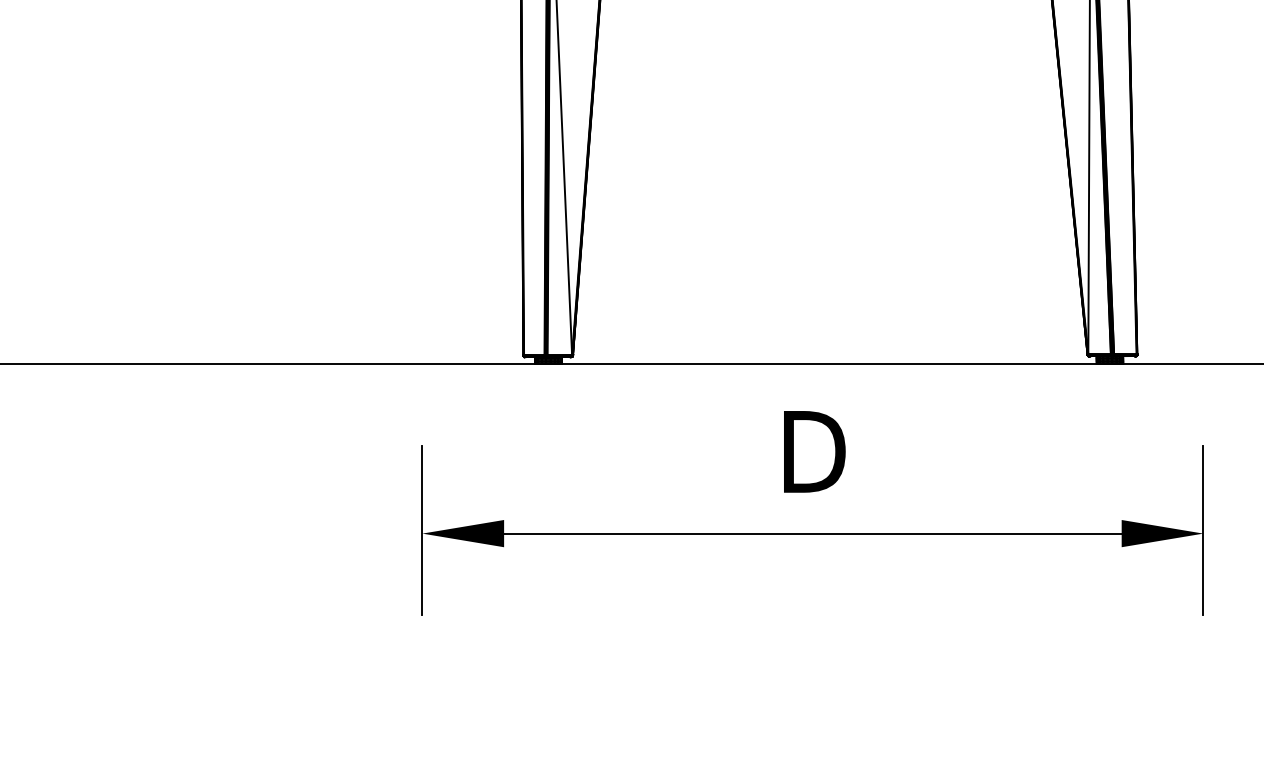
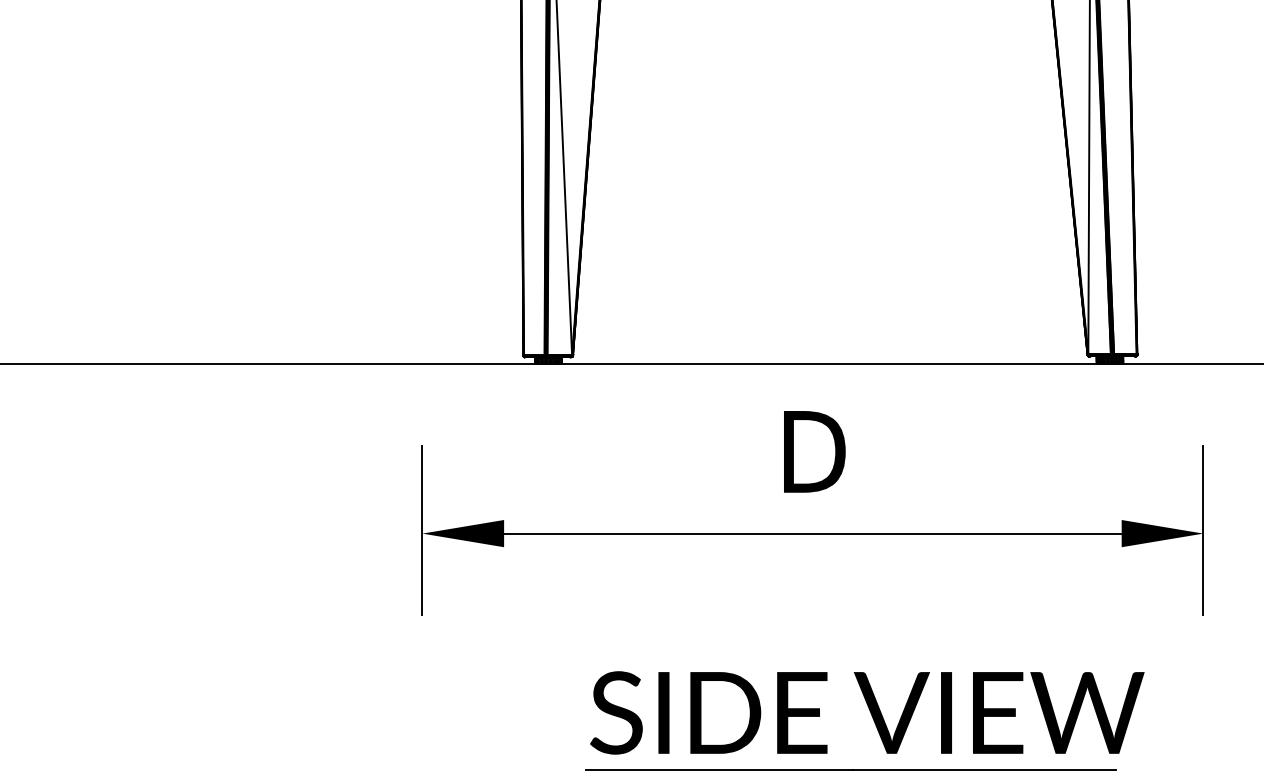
part at (871, 716): none -> present
